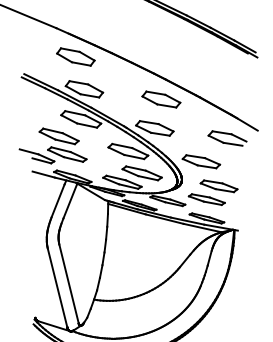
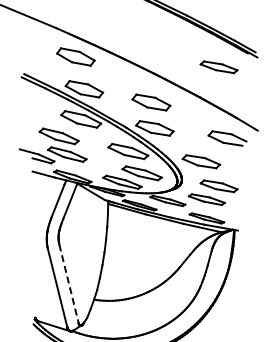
part at (218, 67): none -> present
part at (161, 99) position: (161, 99) -> (151, 102)
line at (69, 284): solid -> dashed
